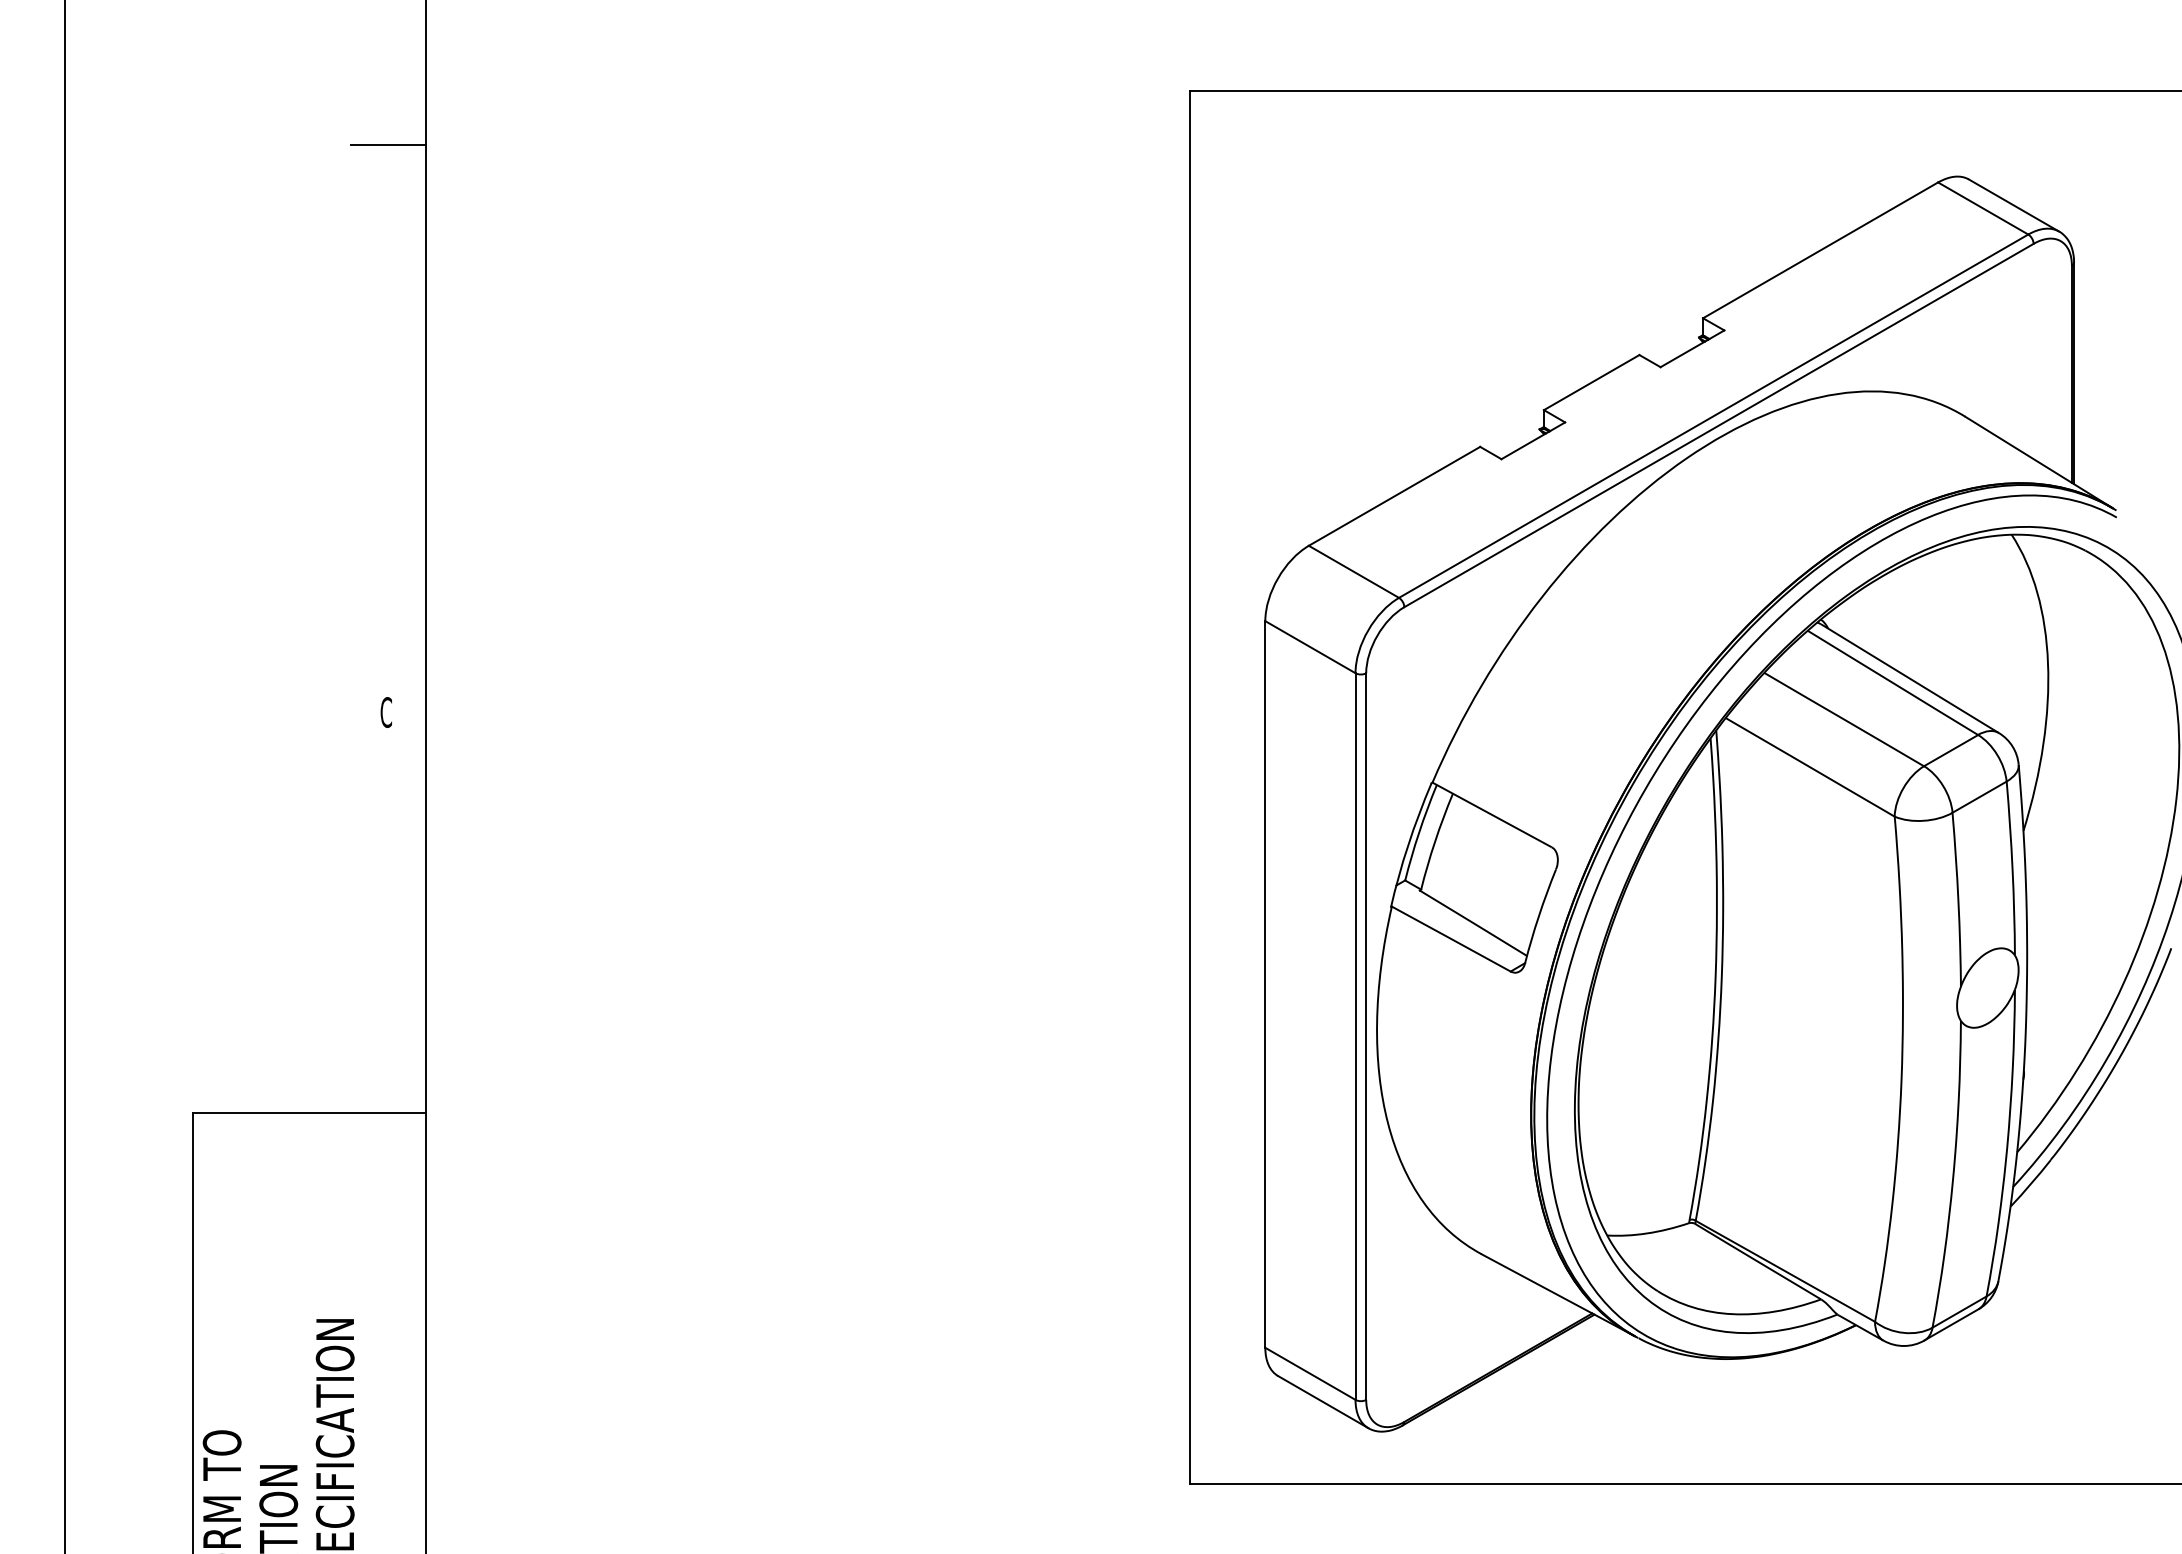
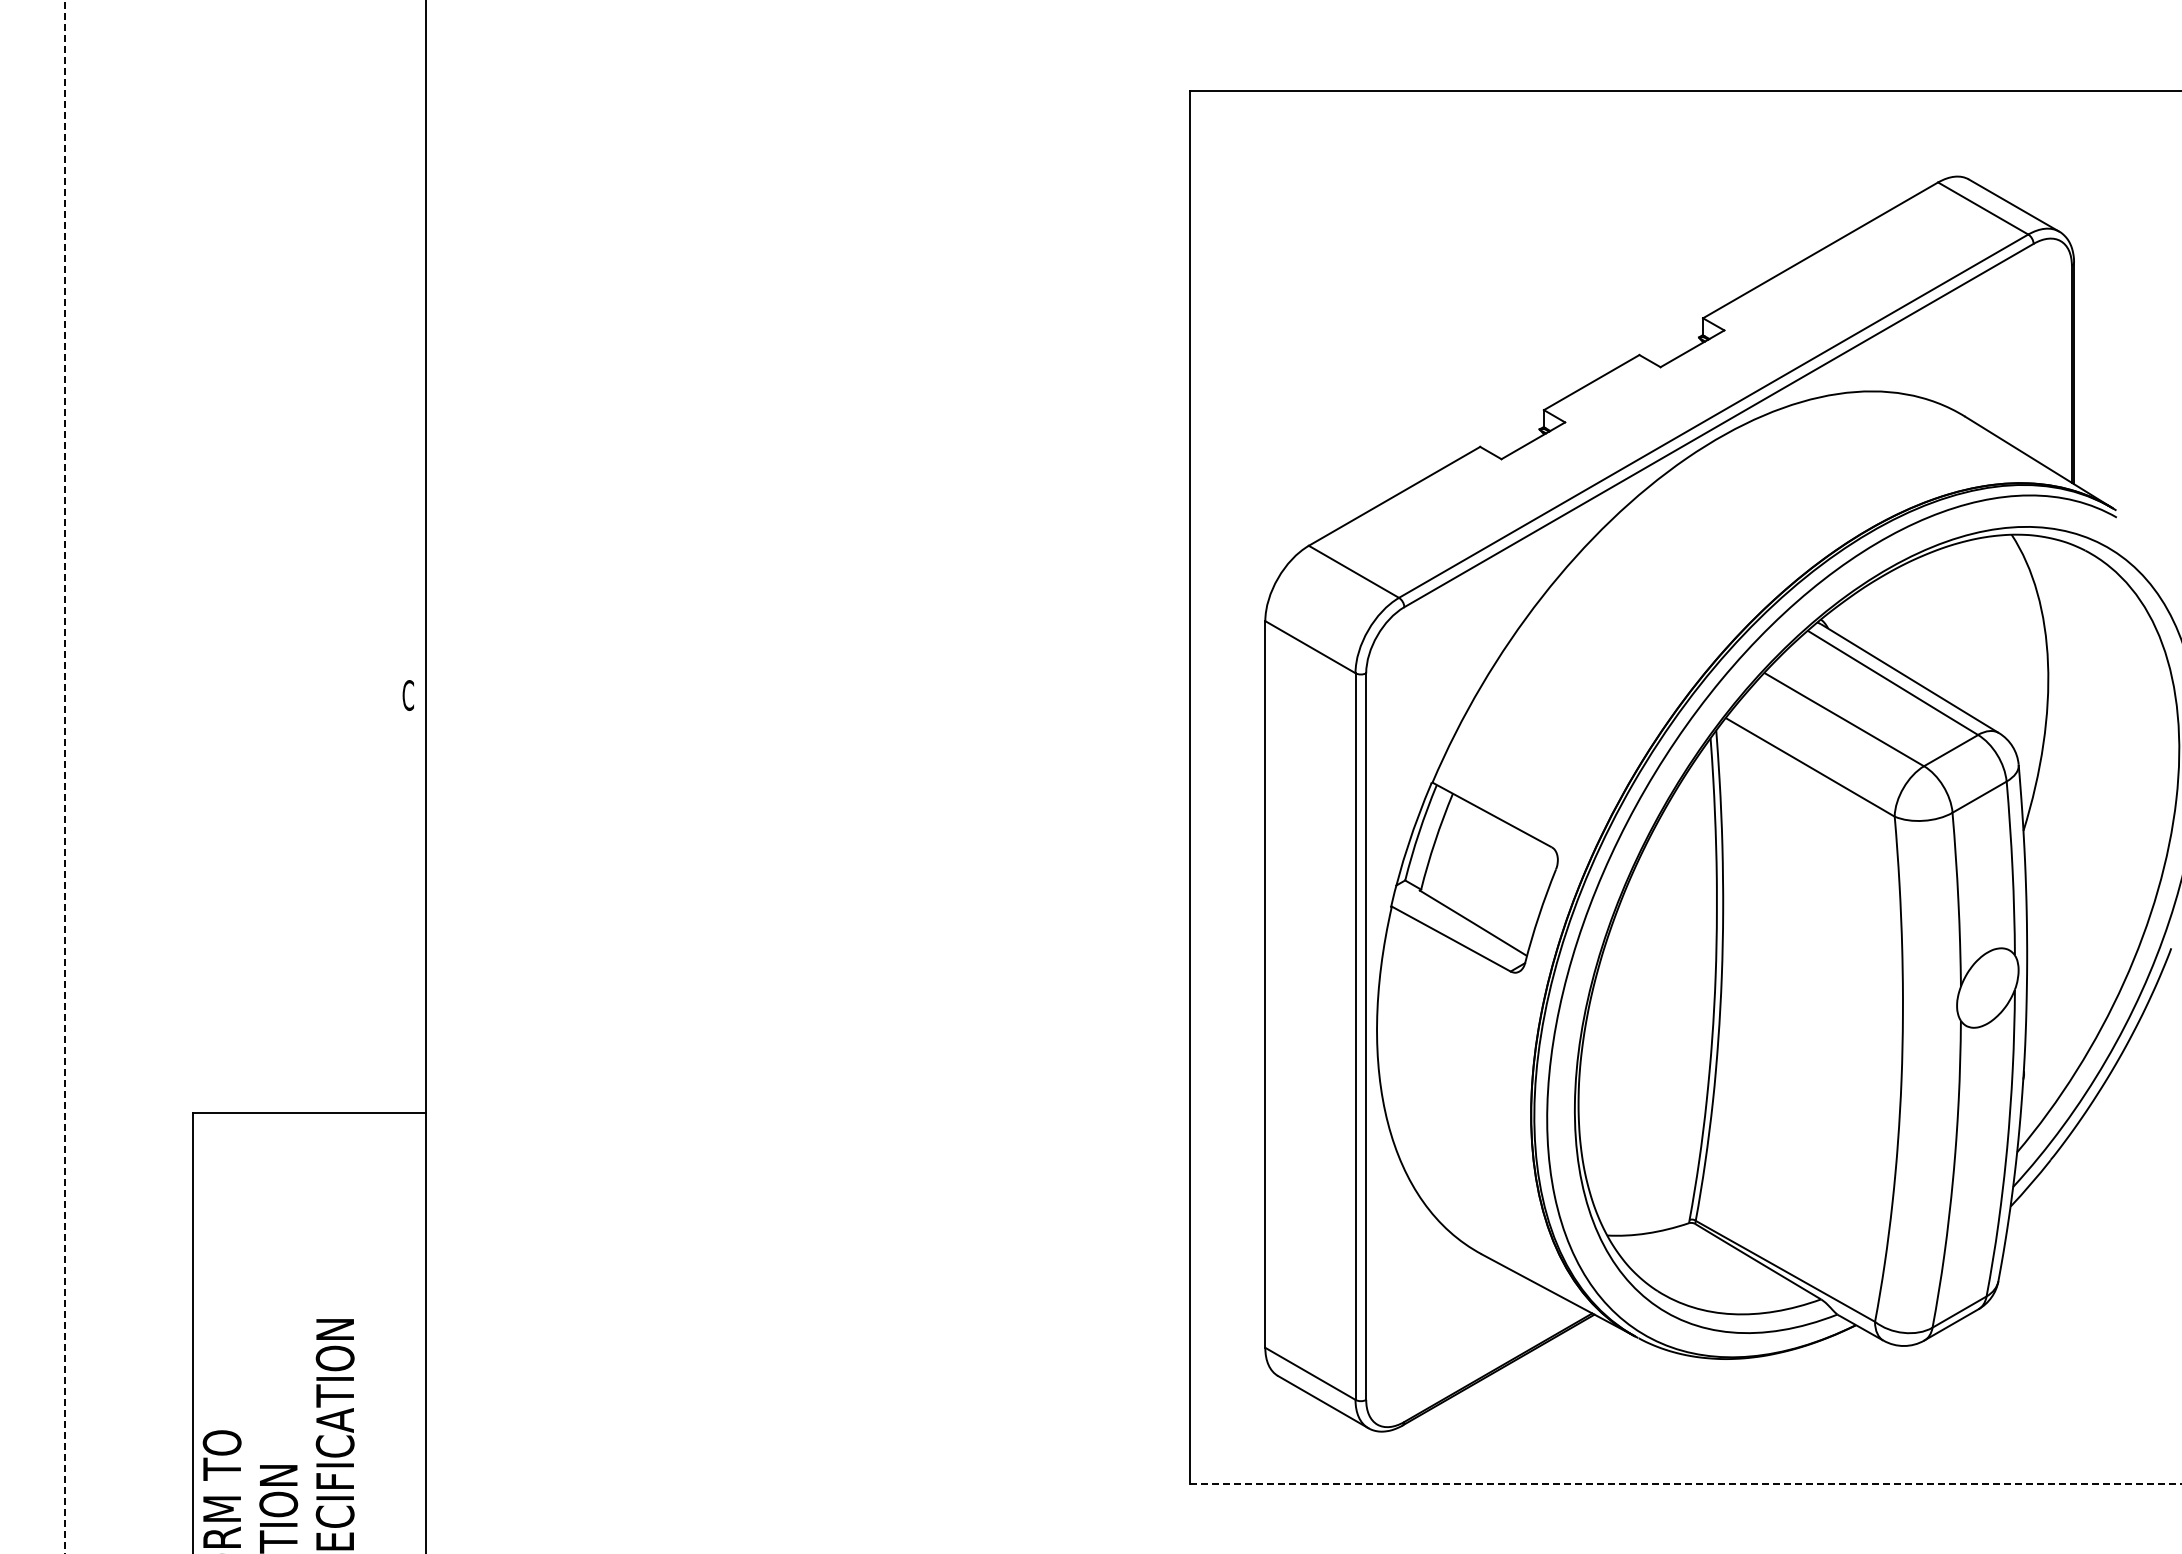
line at (387, 145): present -> none
text at (385, 712) position: (385, 712) -> (407, 695)
line at (65, 776): solid -> dashed
line at (1685, 1484): solid -> dashed
